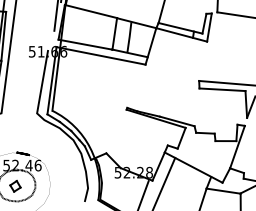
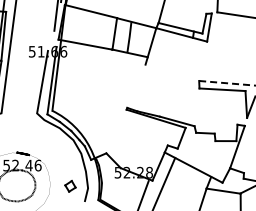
line at (100, 55): present -> none
line at (227, 83): solid -> dashed
part at (15, 185) position: (15, 185) -> (70, 185)
